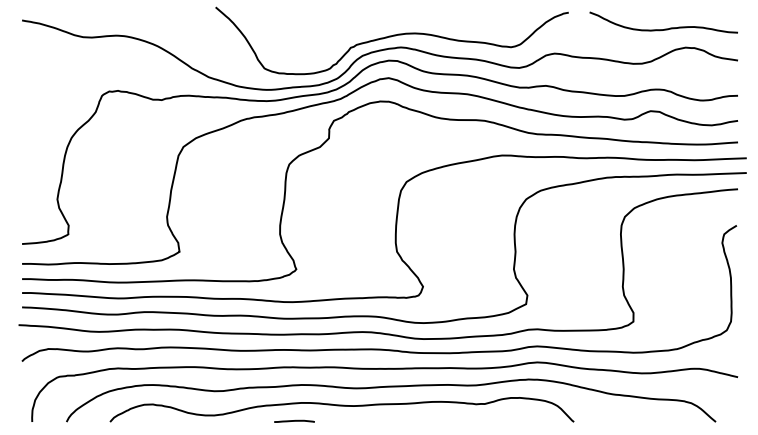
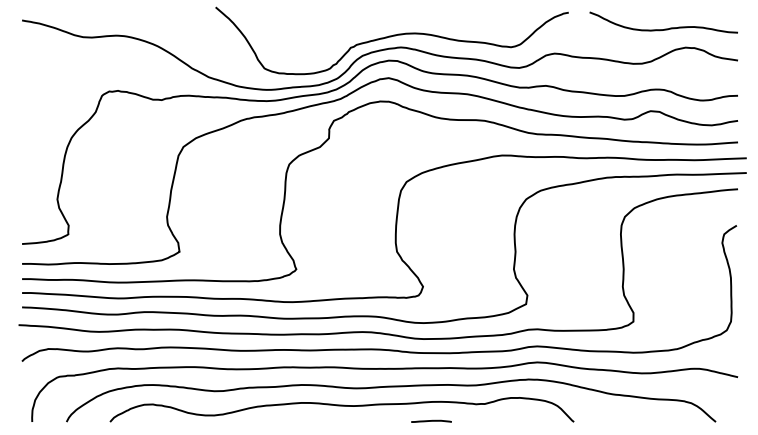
line at (294, 420) position: (294, 420) -> (431, 420)
